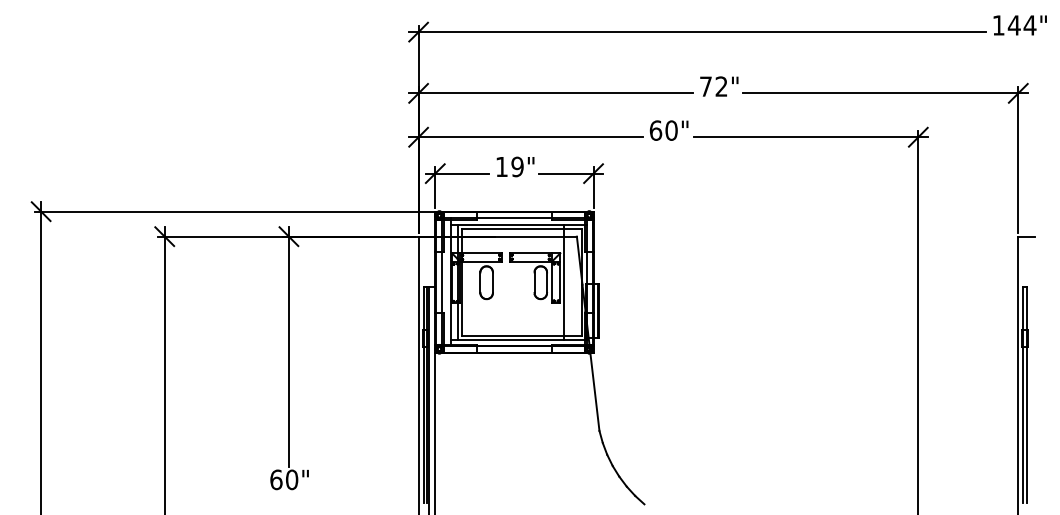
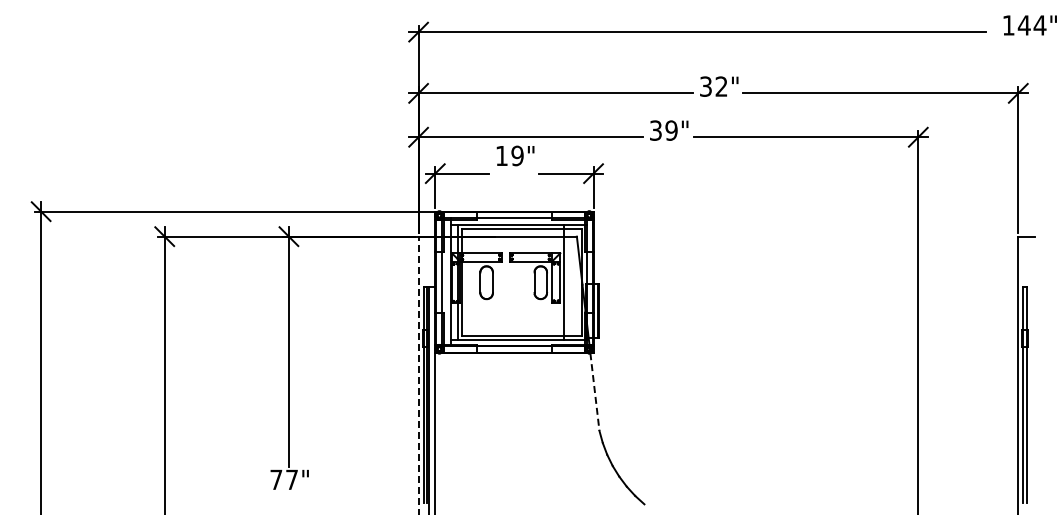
text at (1019, 25) position: (1019, 25) -> (1029, 25)
text at (705, 86): 72" -> 32"
text at (663, 130): 60" -> 39"
text at (515, 166) position: (515, 166) -> (515, 155)
line at (418, 375): solid -> dashed
line at (594, 392): solid -> dashed
text at (284, 479): 60" -> 77"
